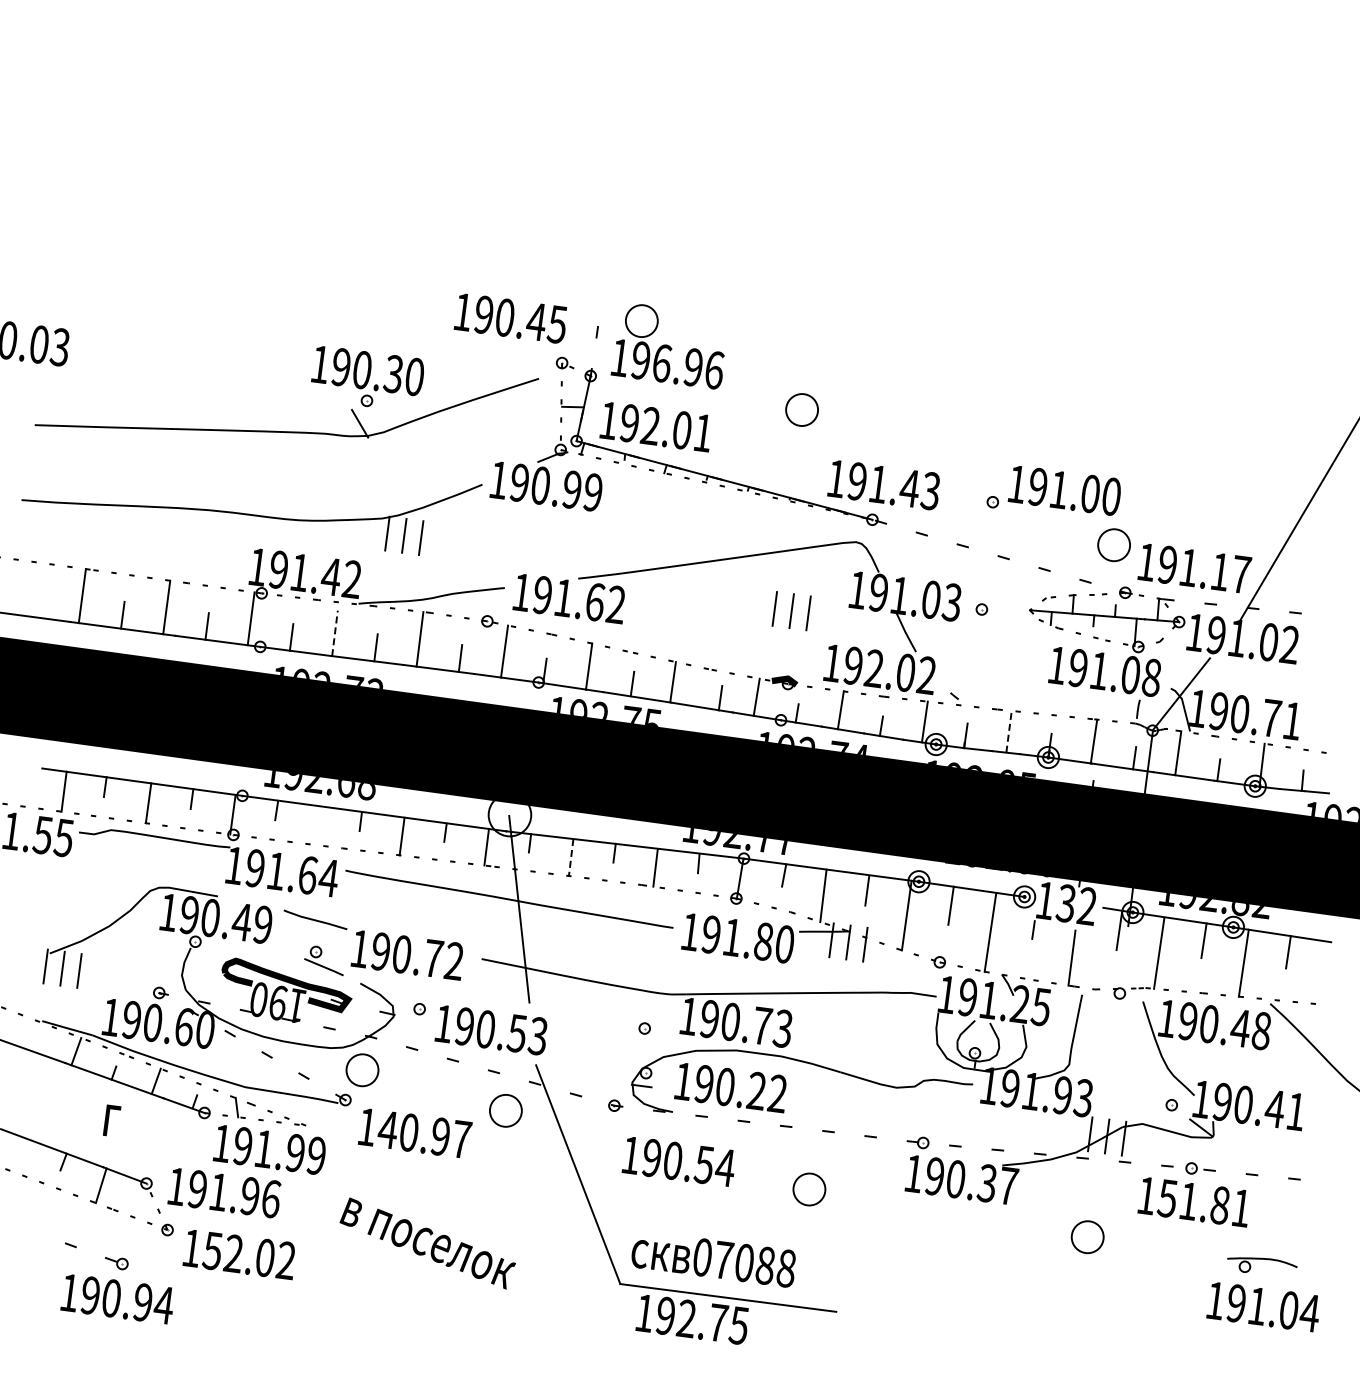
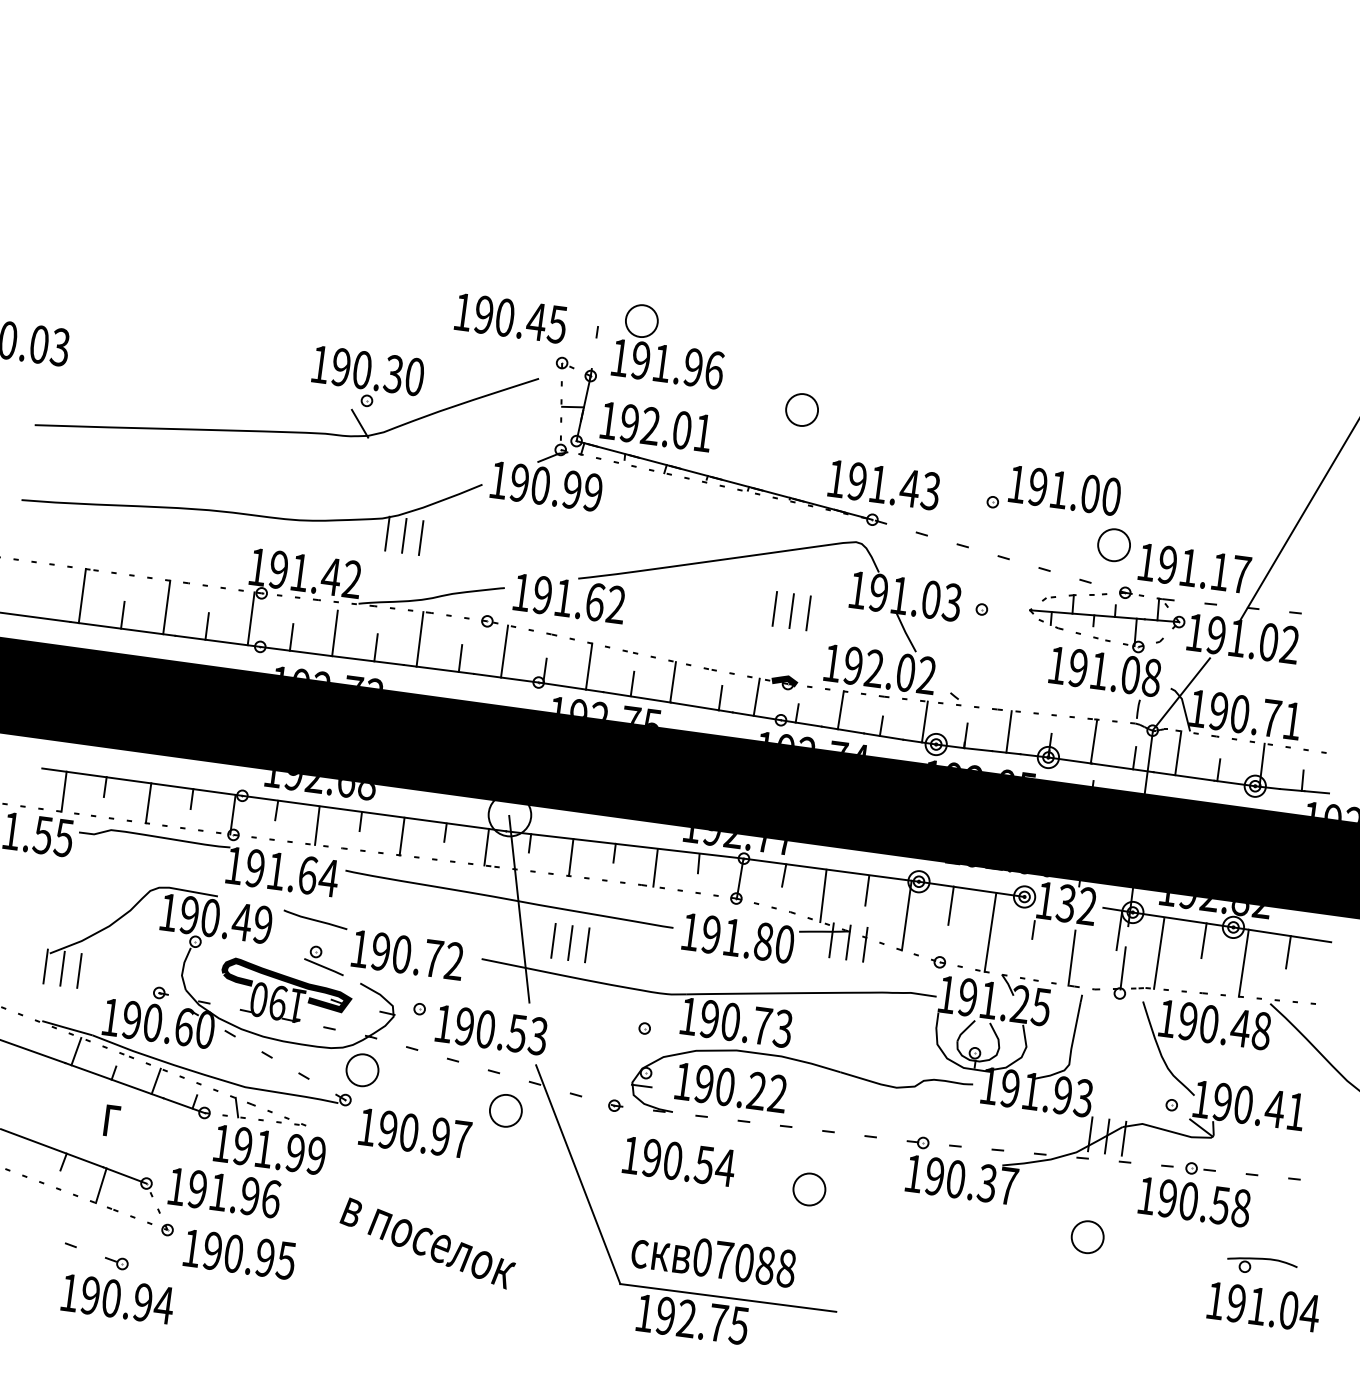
text at (662, 363): 196.96 -> 191.96
line at (334, 633): dashed -> solid
line at (1009, 731): dashed -> solid
line at (317, 825): none -> present
line at (571, 857): dashed -> solid
part at (570, 943): none -> present
line at (1122, 968): none -> present
text at (387, 1129): 140.97 -> 190.97
text at (1203, 1203): 151.81 -> 190.58
text at (248, 1255): 152.02 -> 190.95
